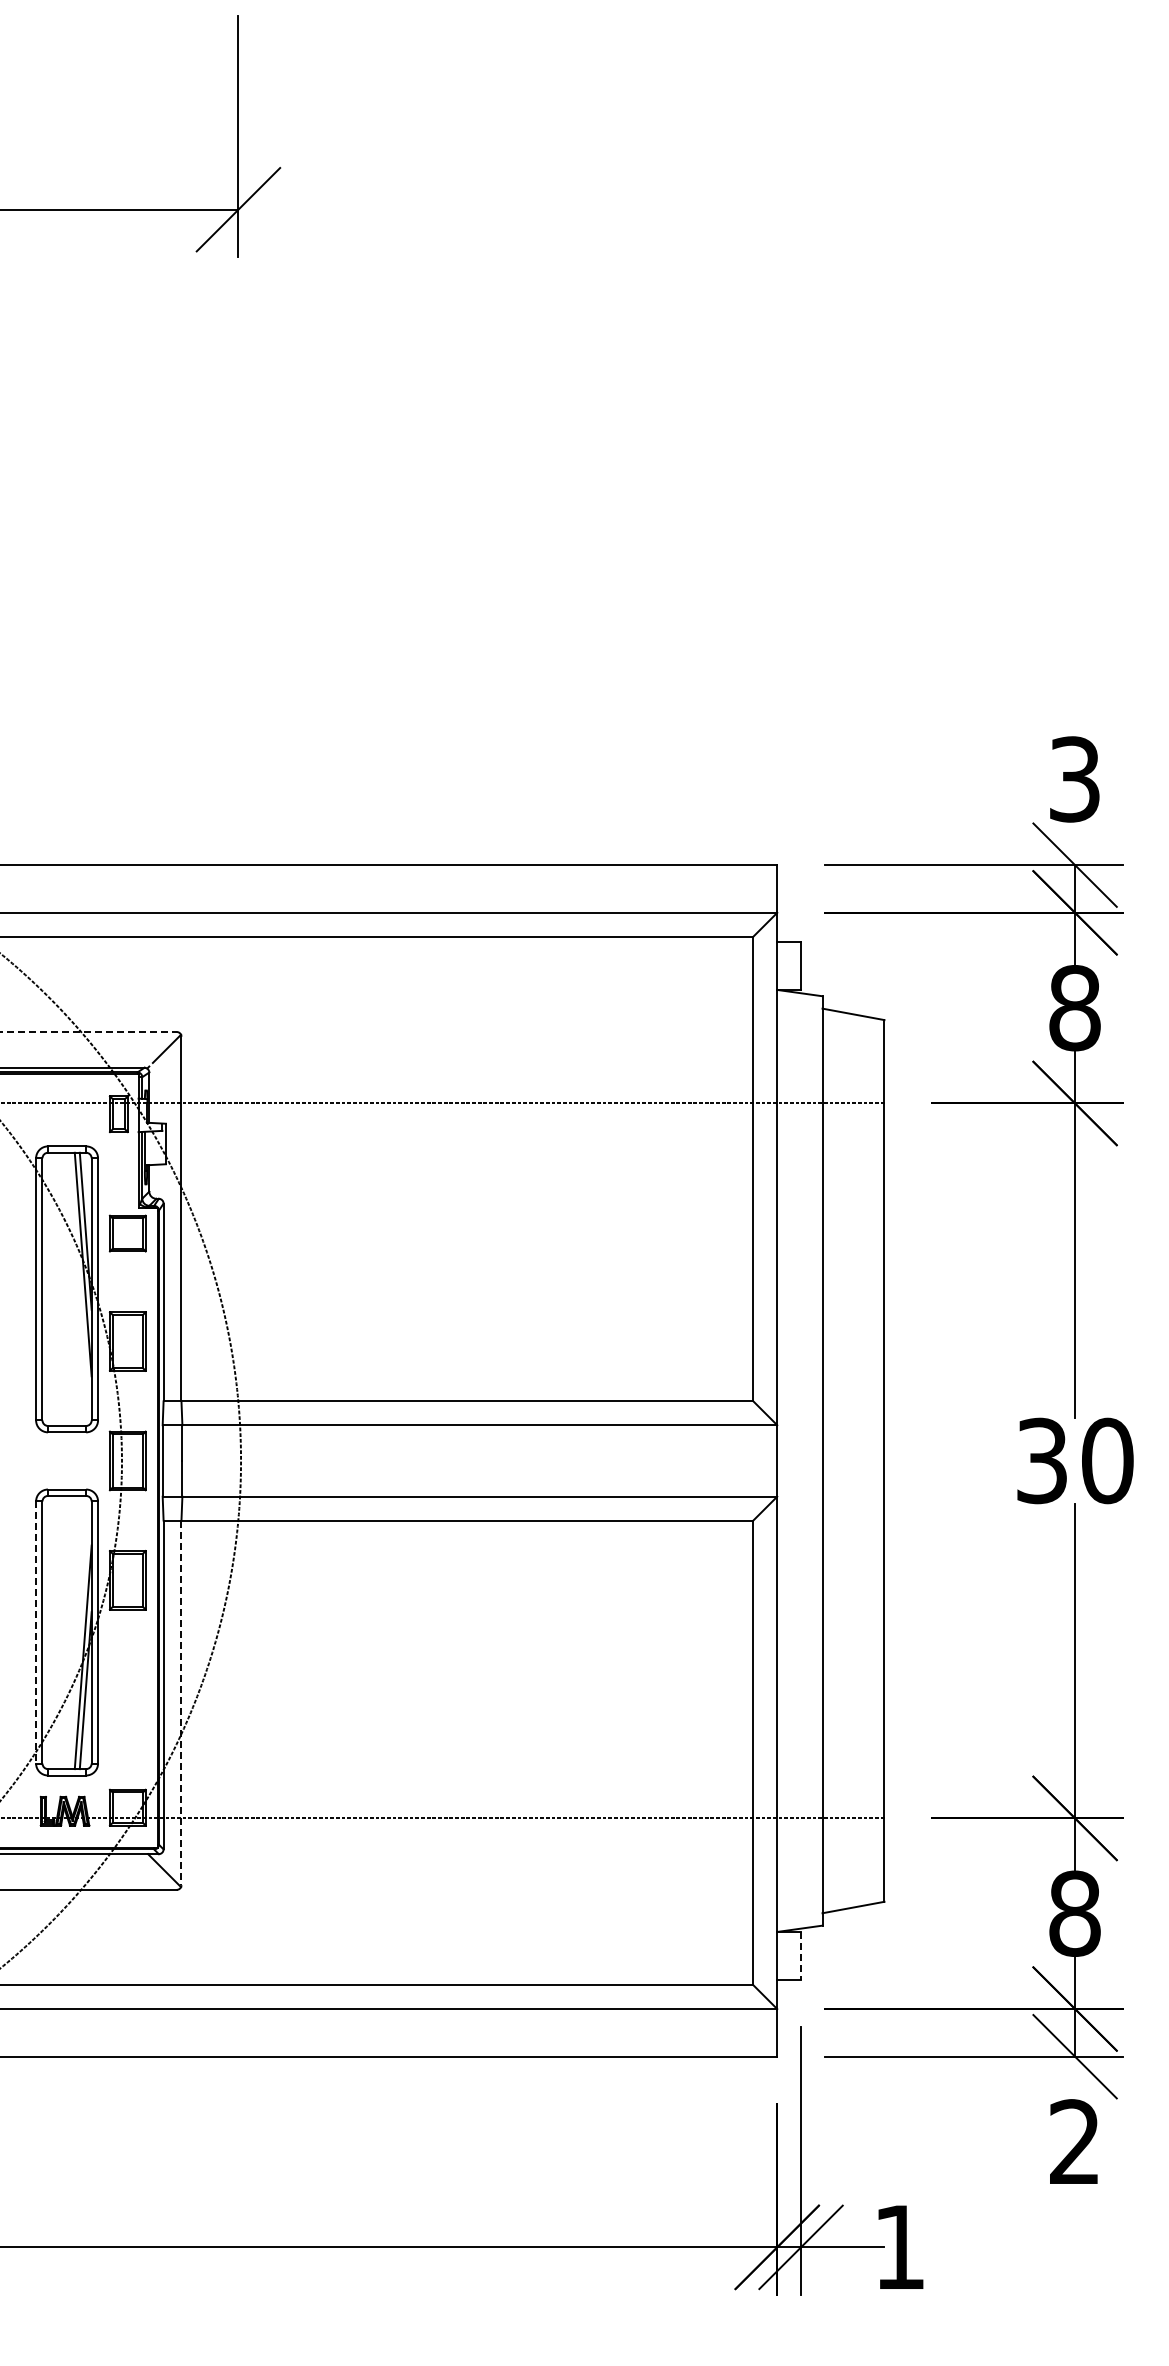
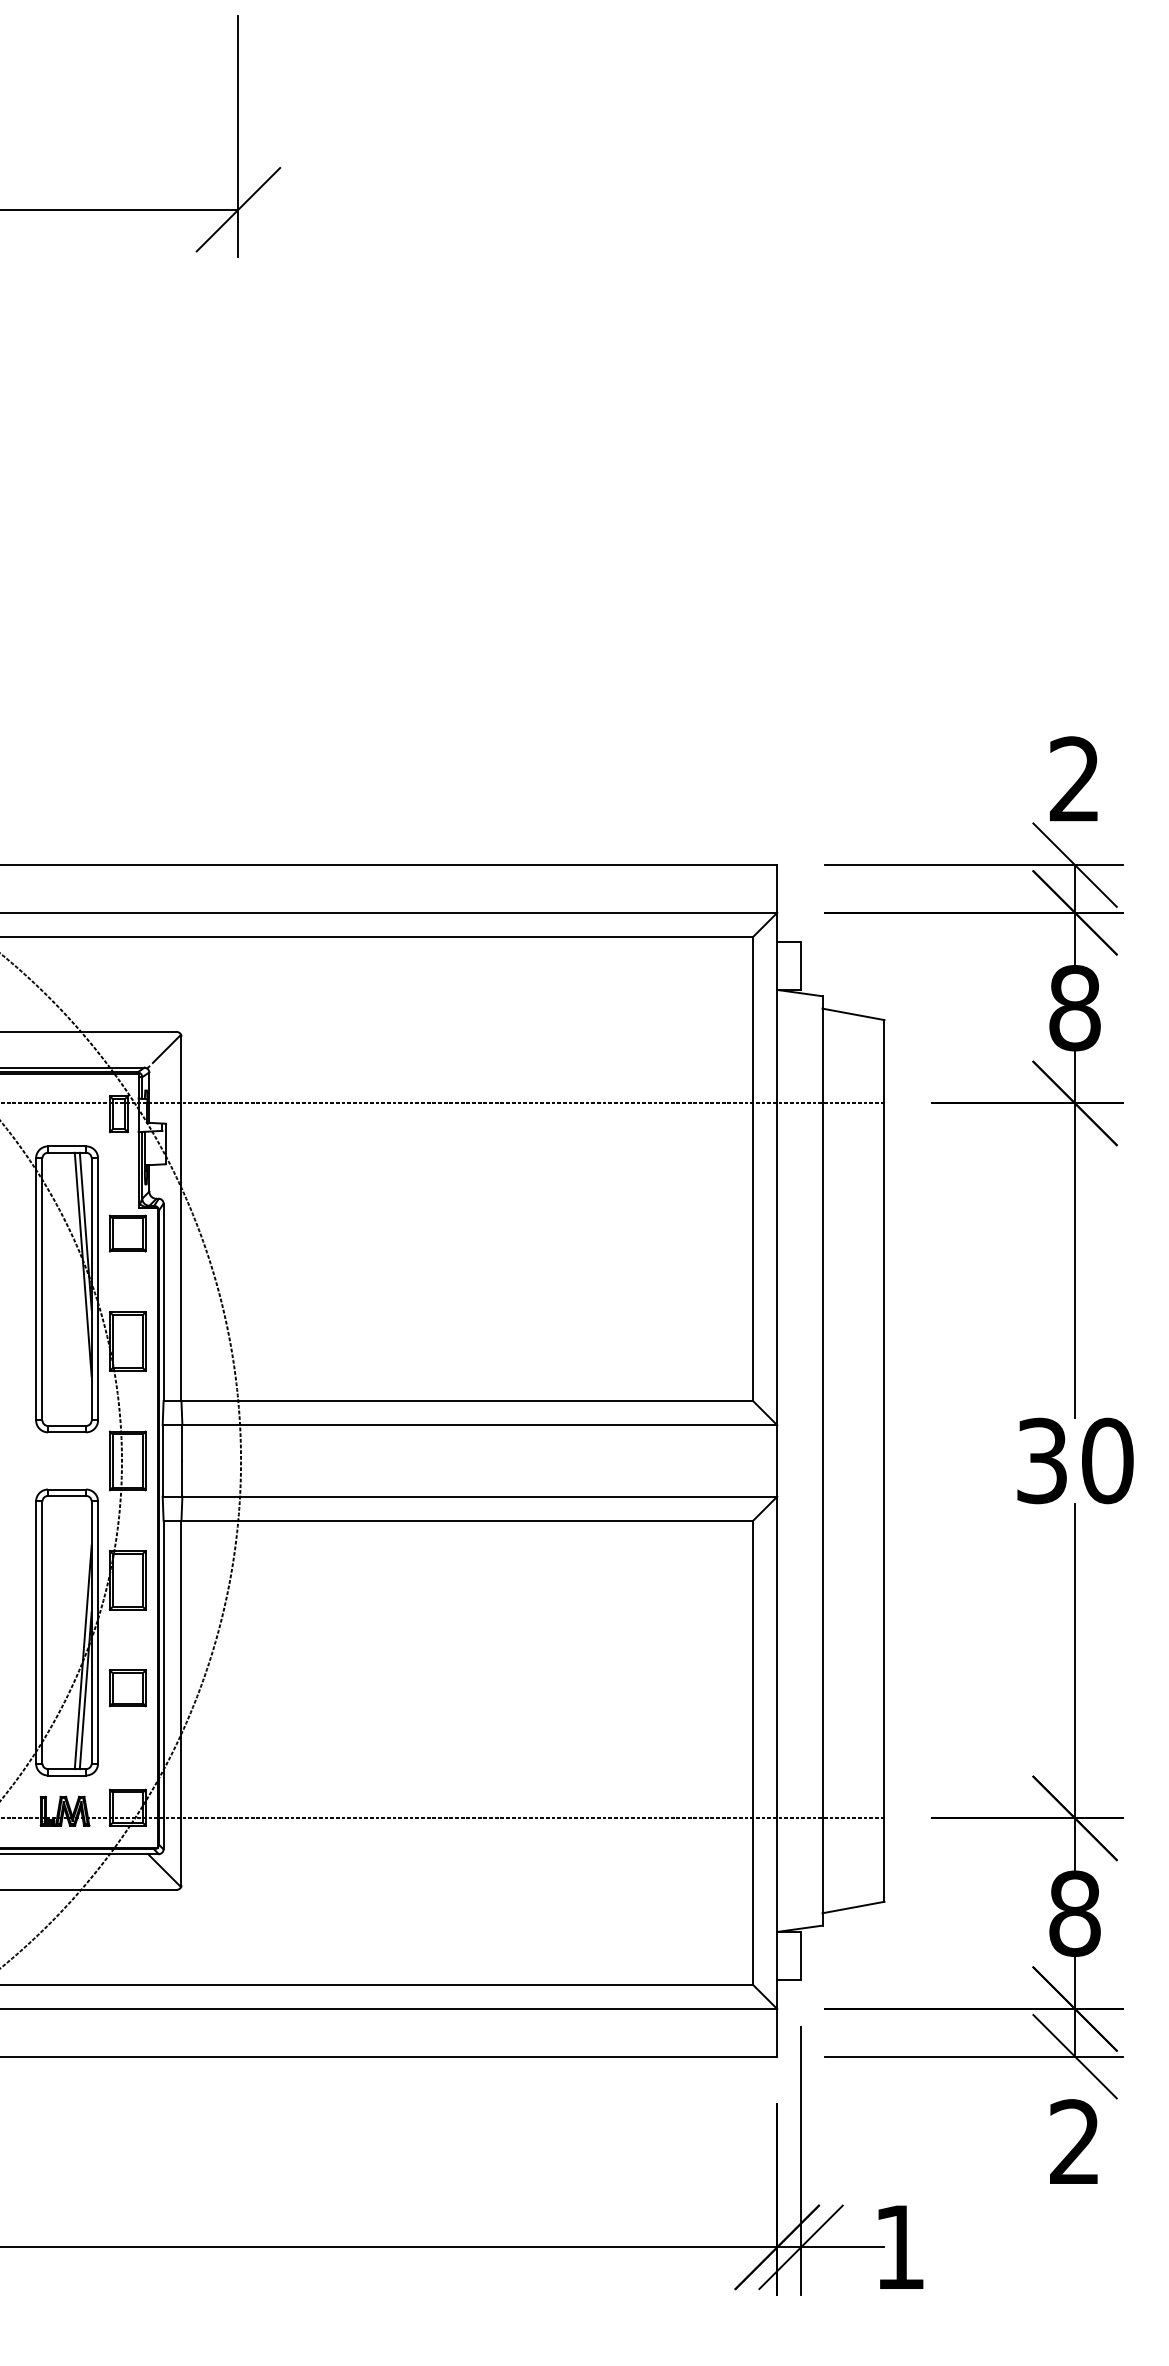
text at (1074, 779): 3 -> 2
line at (88, 1032): dashed -> solid
line at (36, 1633): dashed -> solid
part at (127, 1688): none -> present
line at (181, 1703): dashed -> solid
line at (801, 1955): dashed -> solid
